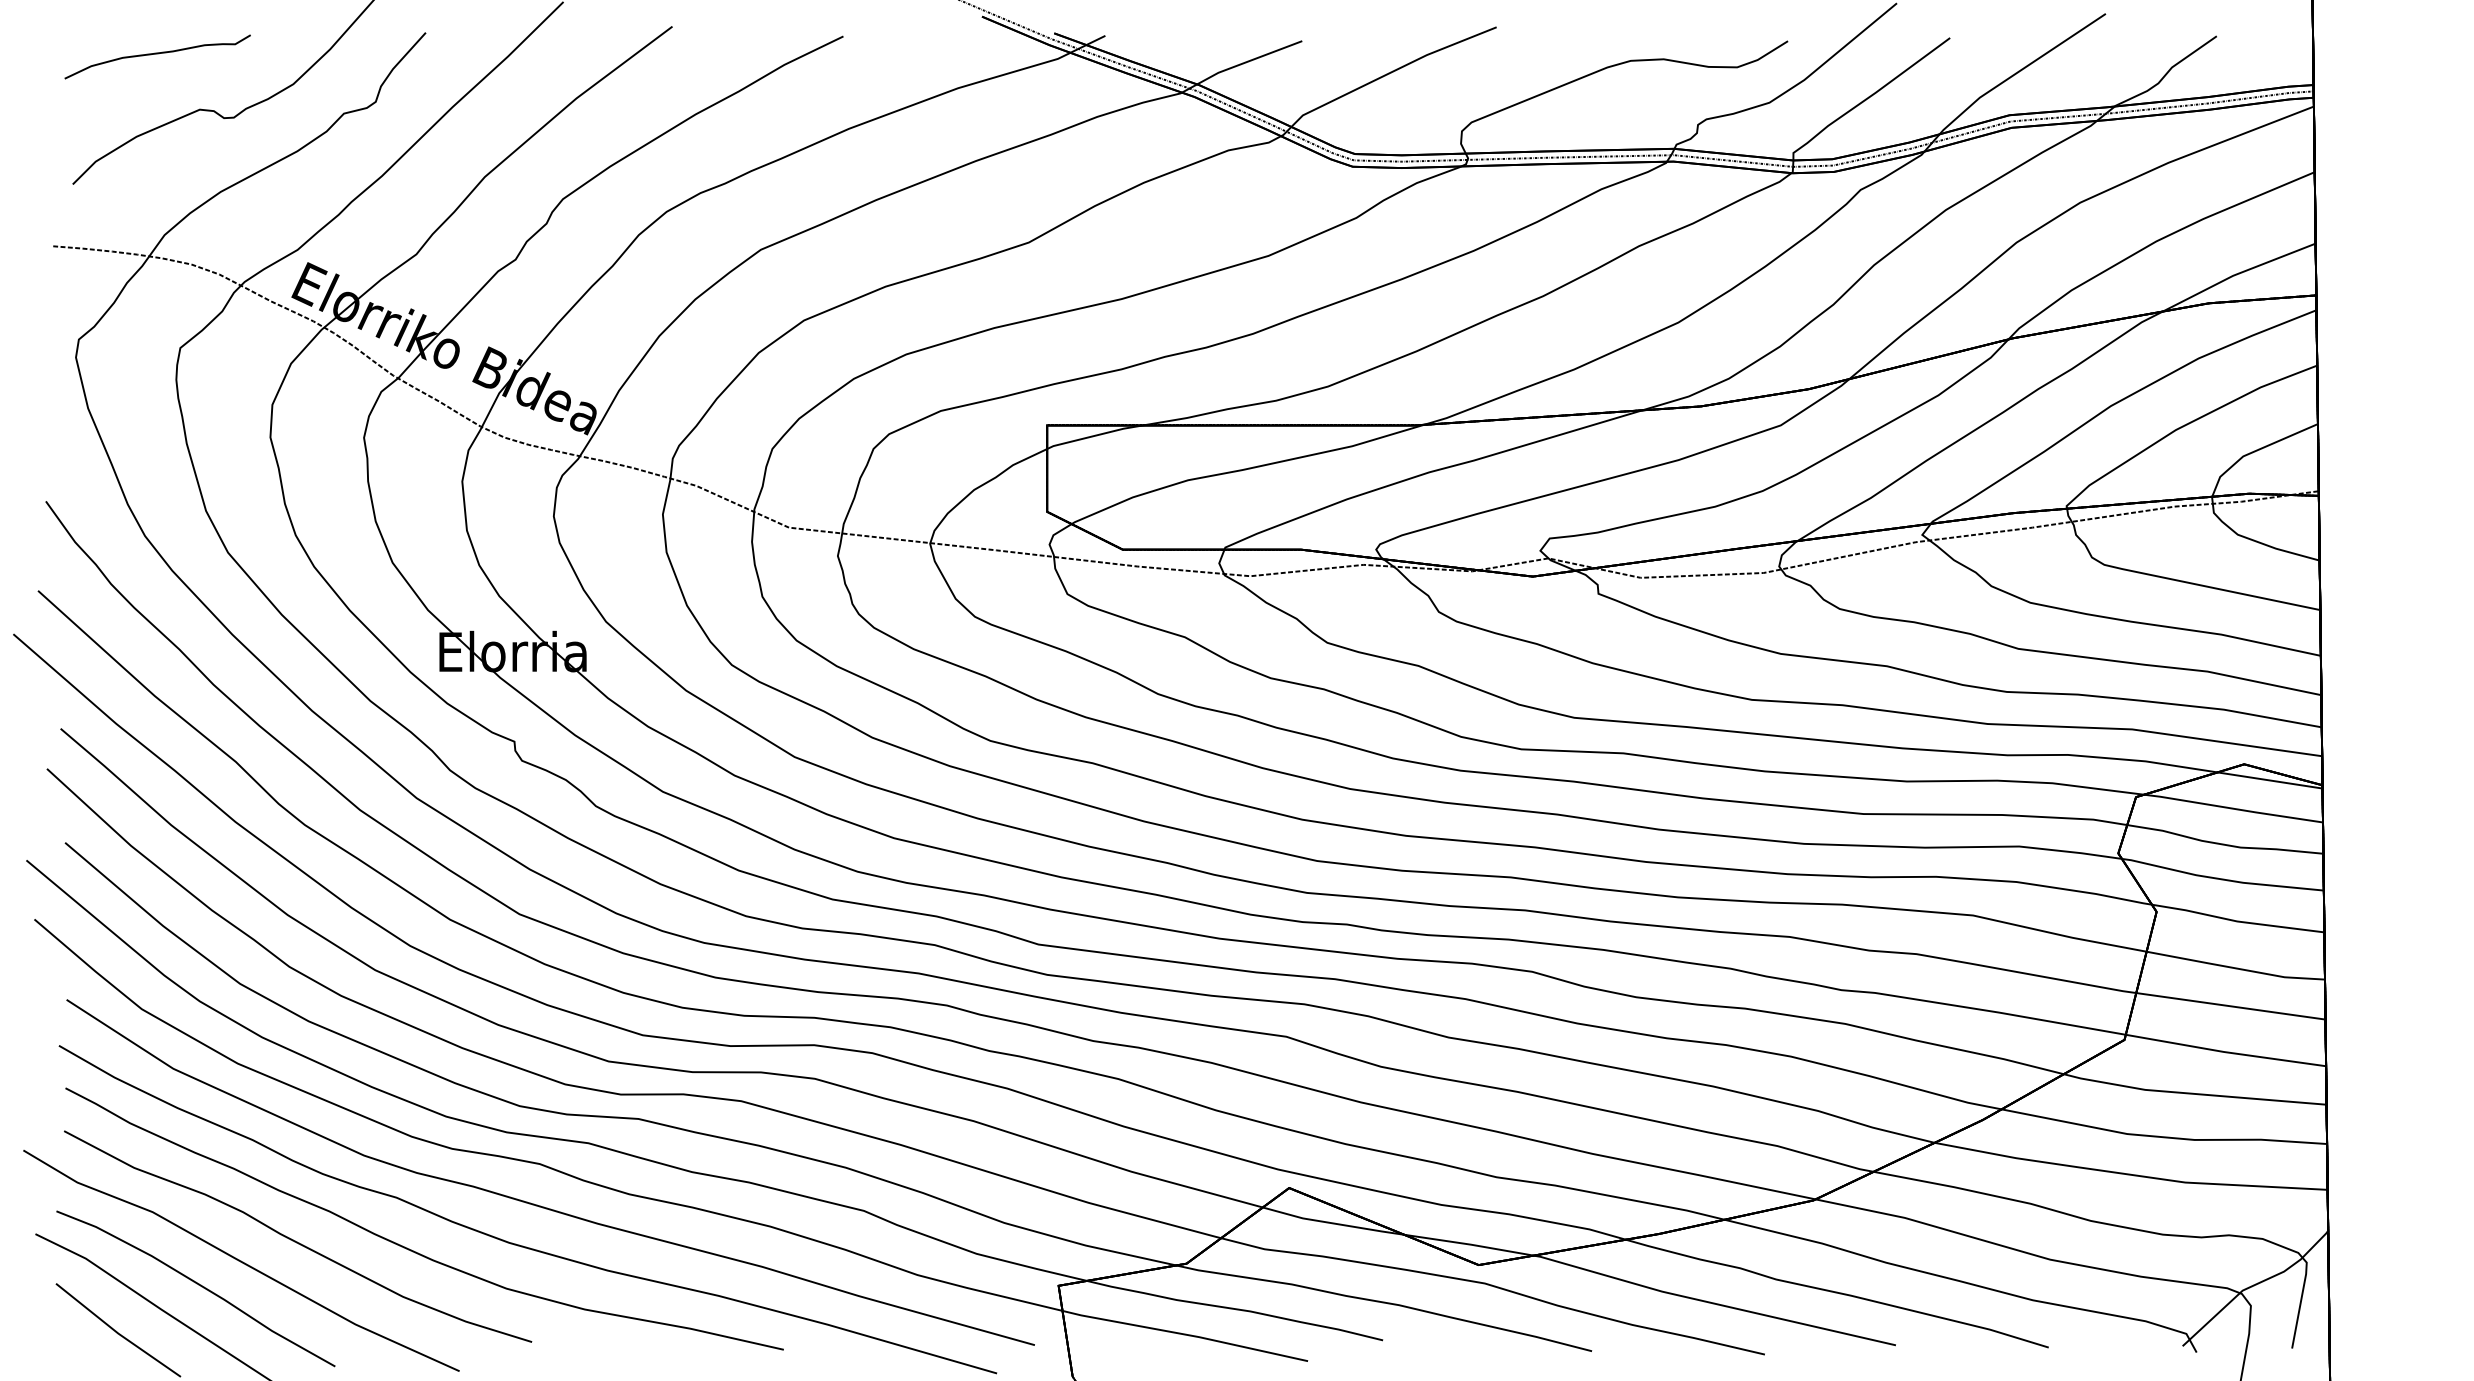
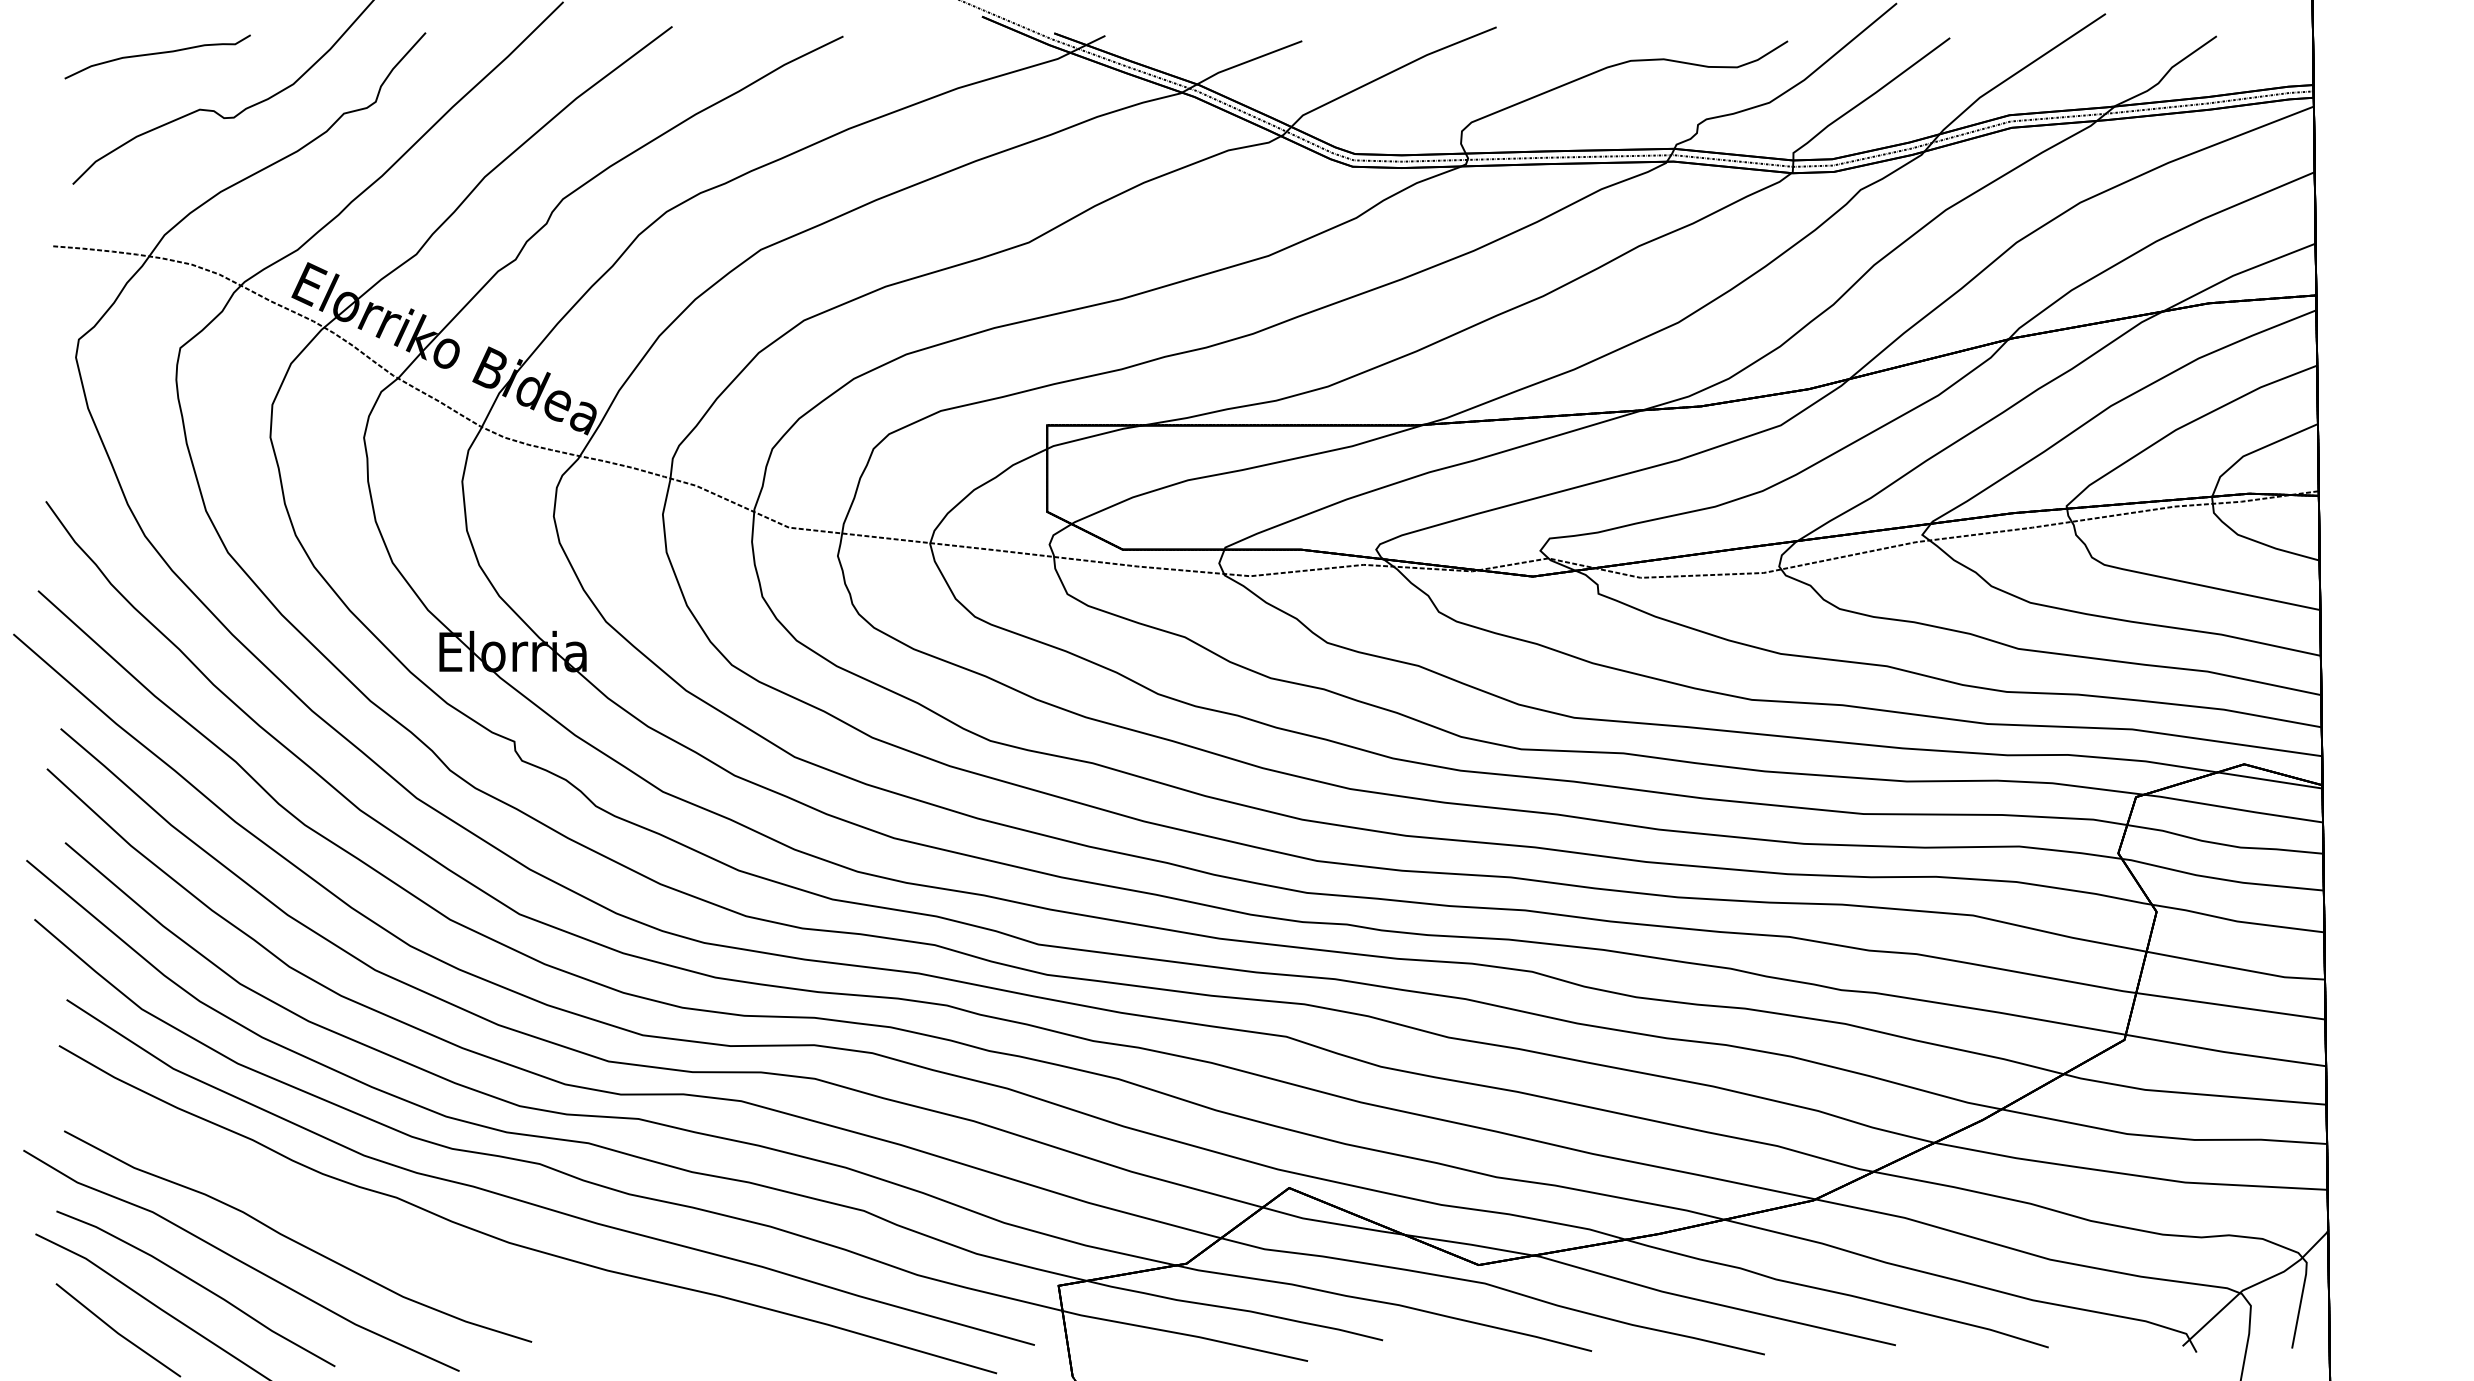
part at (409, 1248): present -> none
